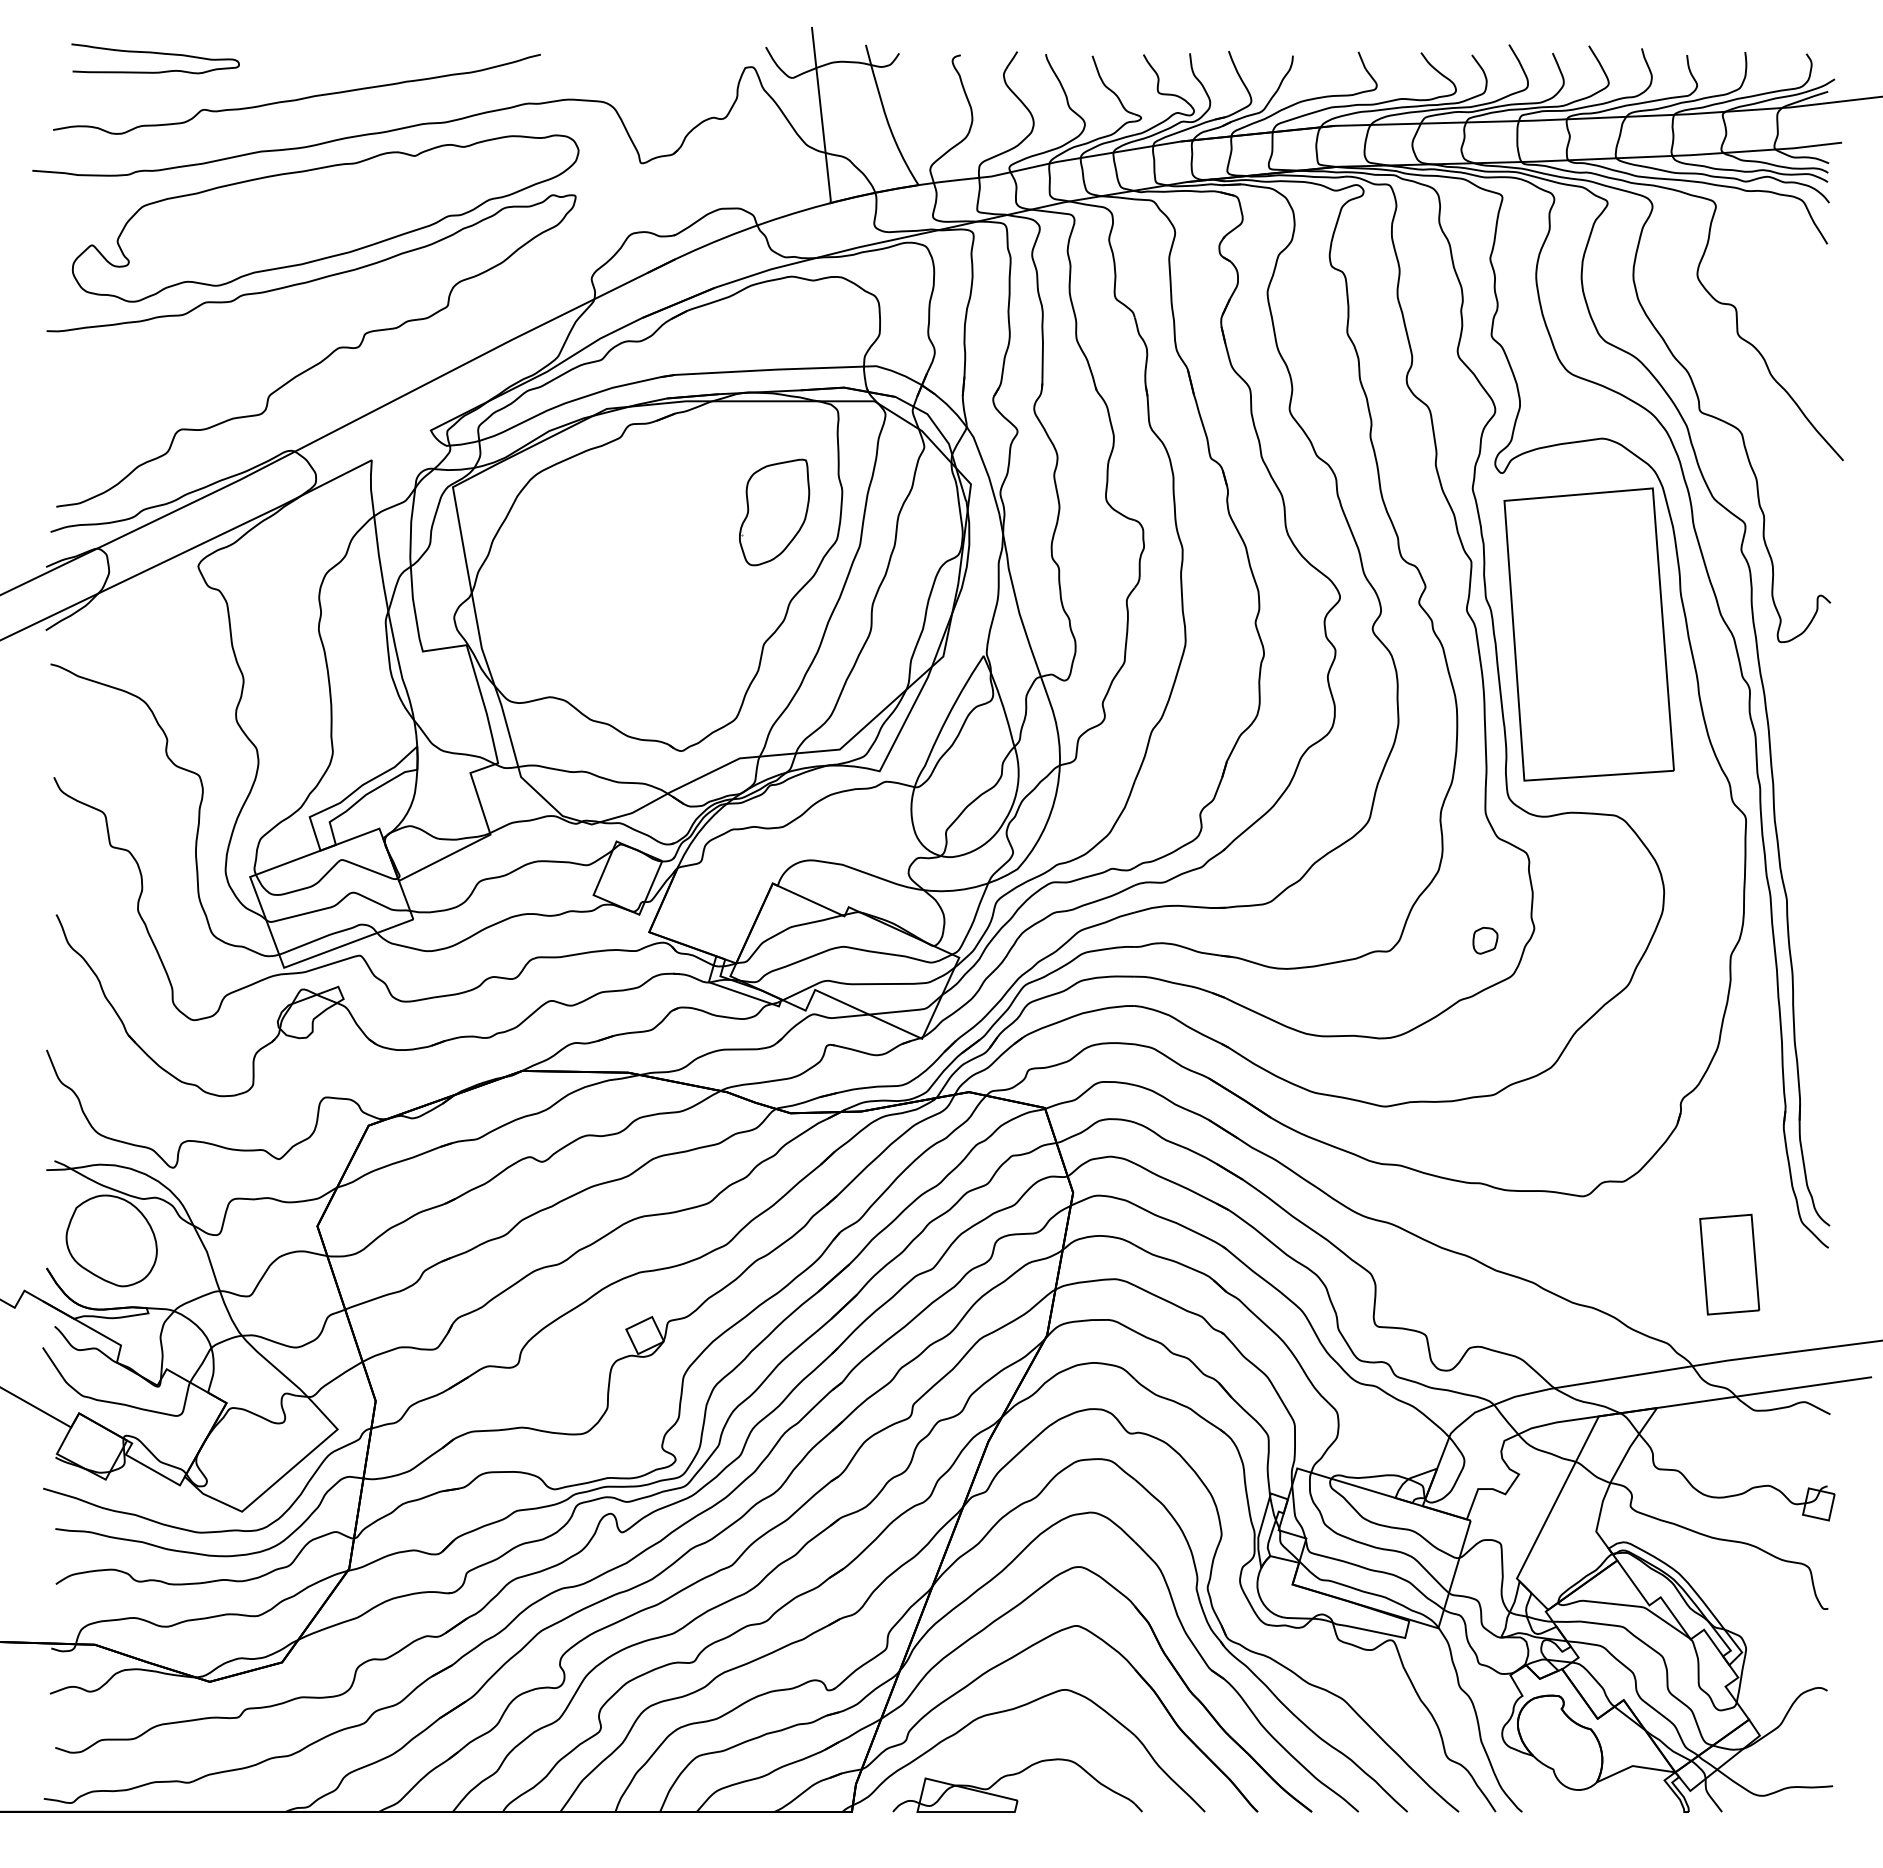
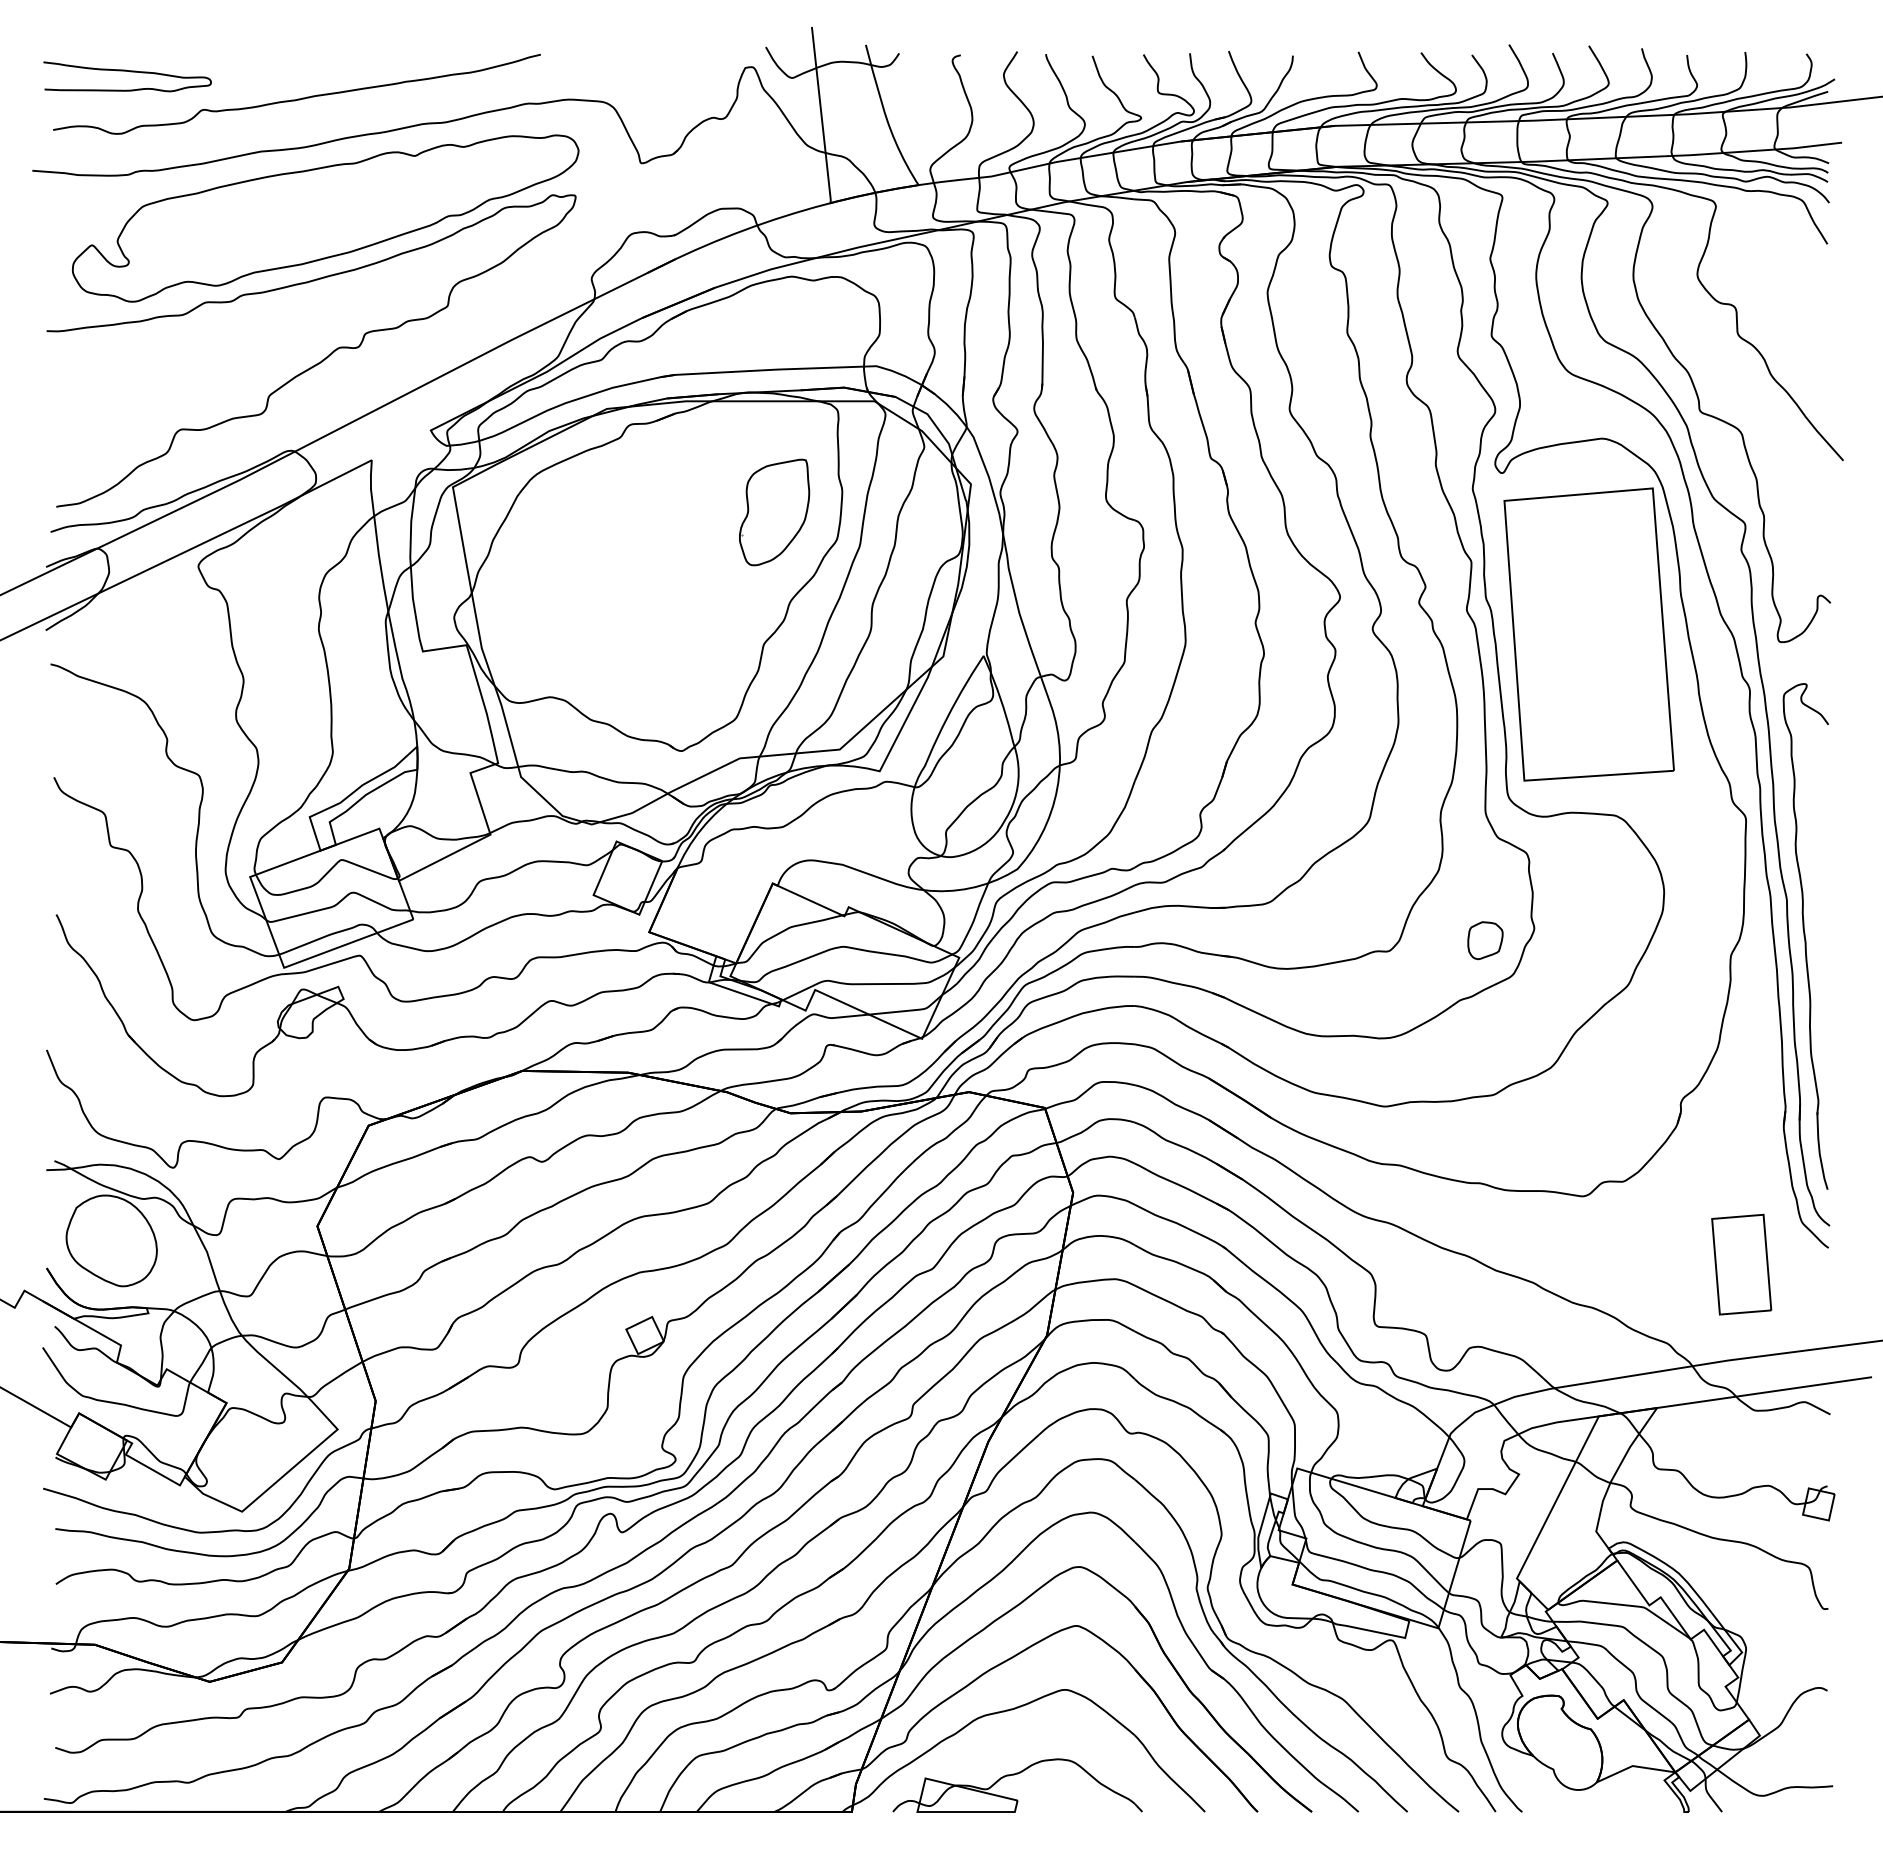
curve at (155, 53) position: (155, 53) -> (127, 71)
part at (1805, 936): none -> present
part at (1485, 940) size: 27x29 px -> 37x40 px
part at (1729, 1264) position: (1729, 1264) -> (1741, 1264)
